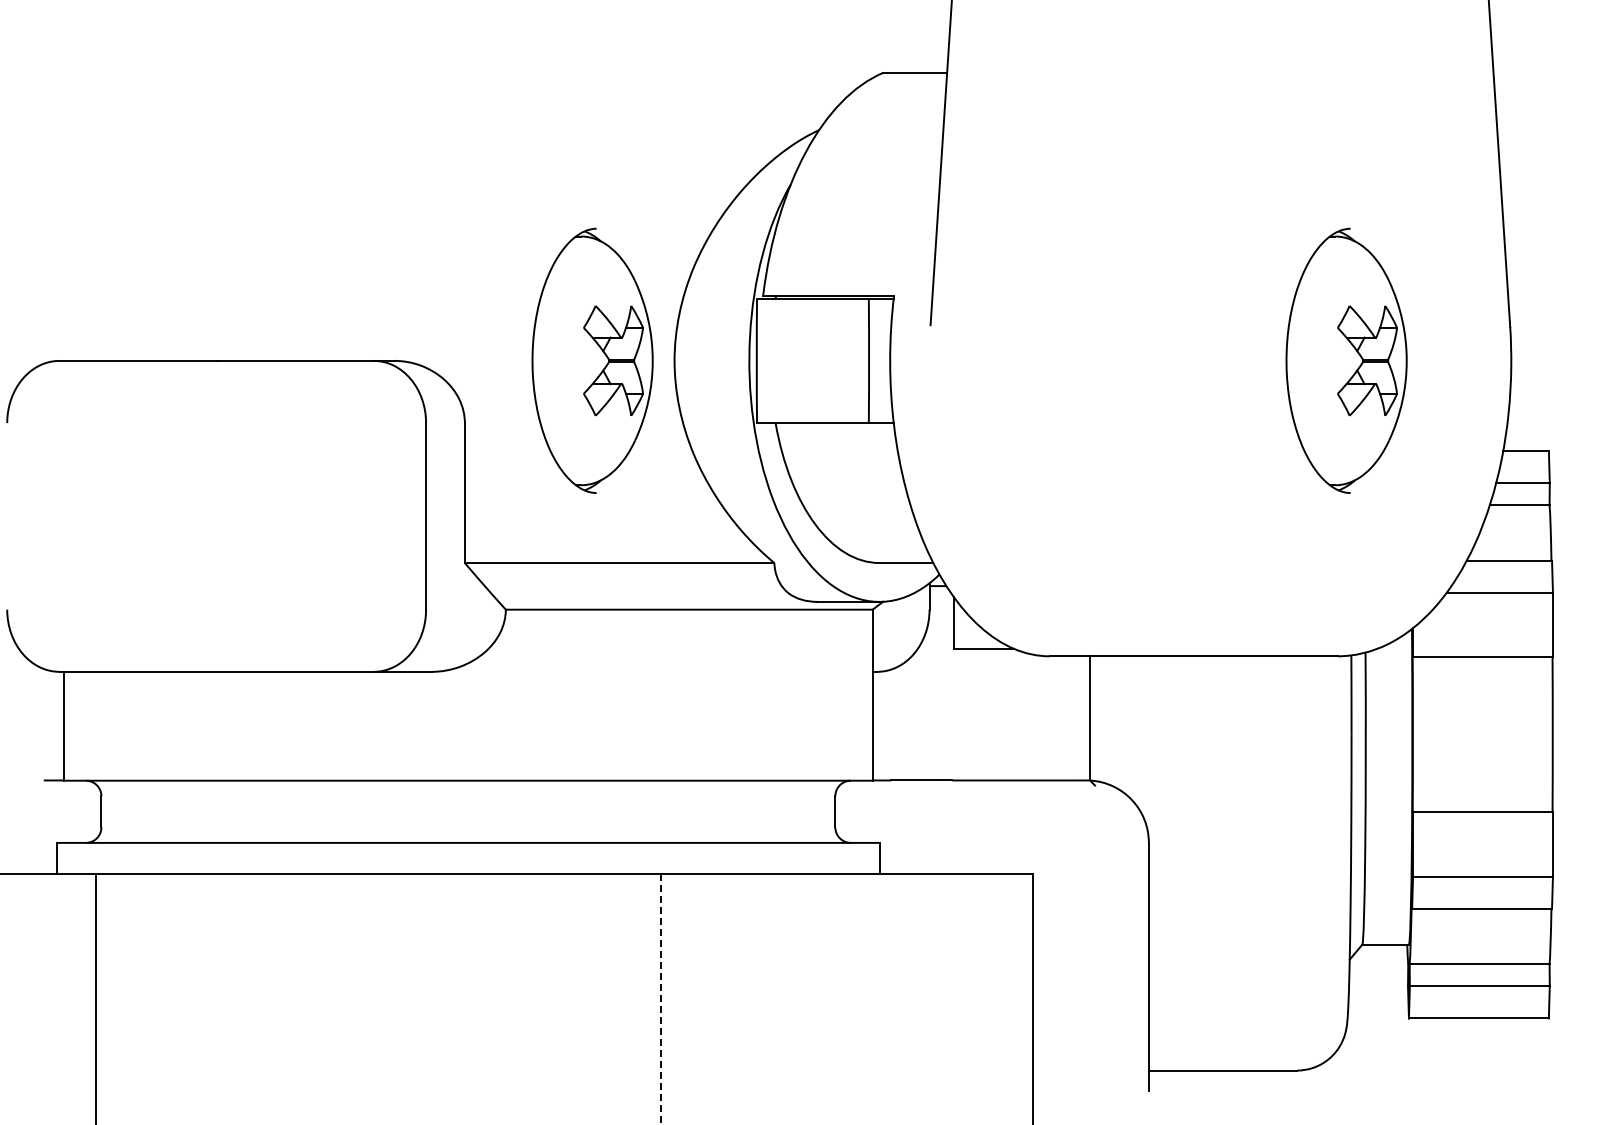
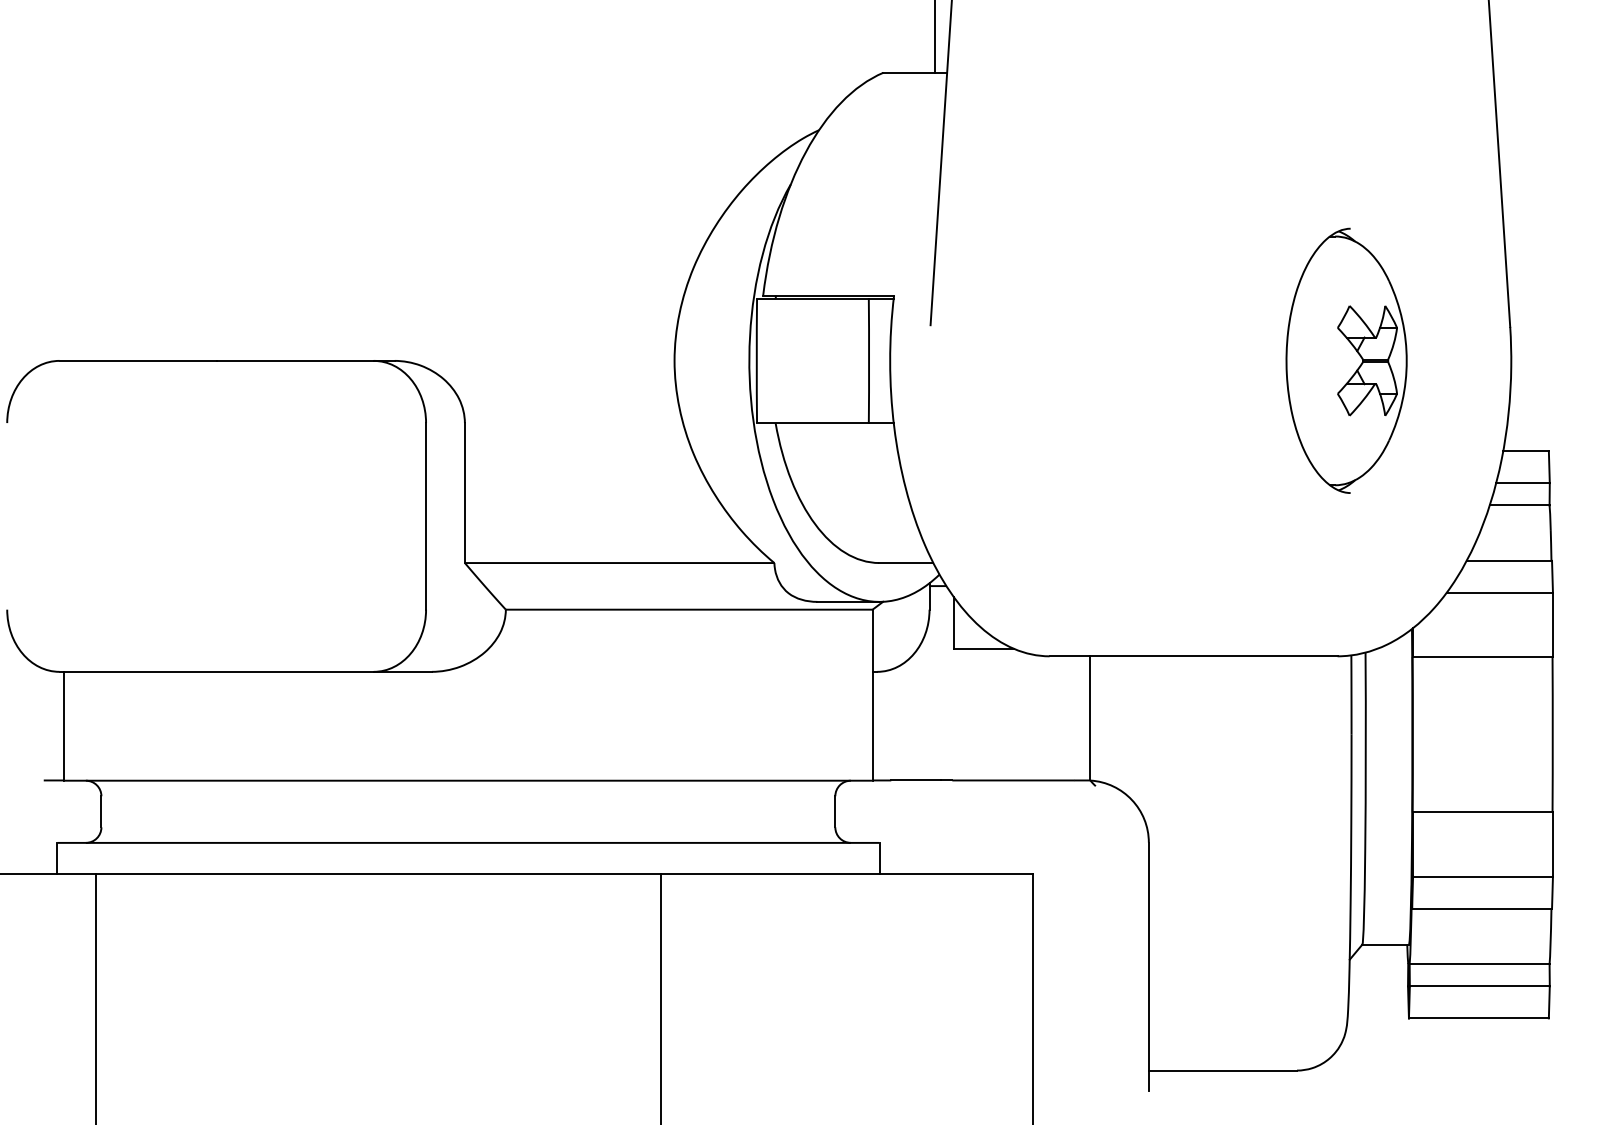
line at (934, 37): none -> present
part at (592, 360): present -> none
line at (660, 999): dashed -> solid
